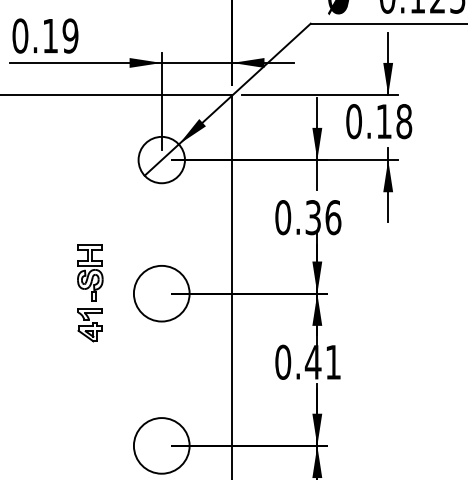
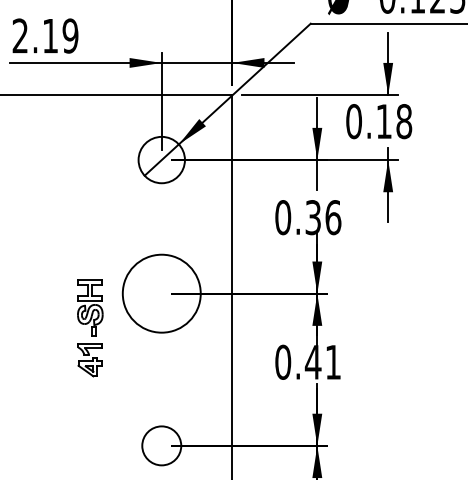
text at (20, 35): 0.19 -> 2.19
part at (90, 293) position: (90, 293) -> (90, 328)
circle at (161, 293) diameter: 56 px -> 78 px
circle at (161, 445) diameter: 56 px -> 39 px
